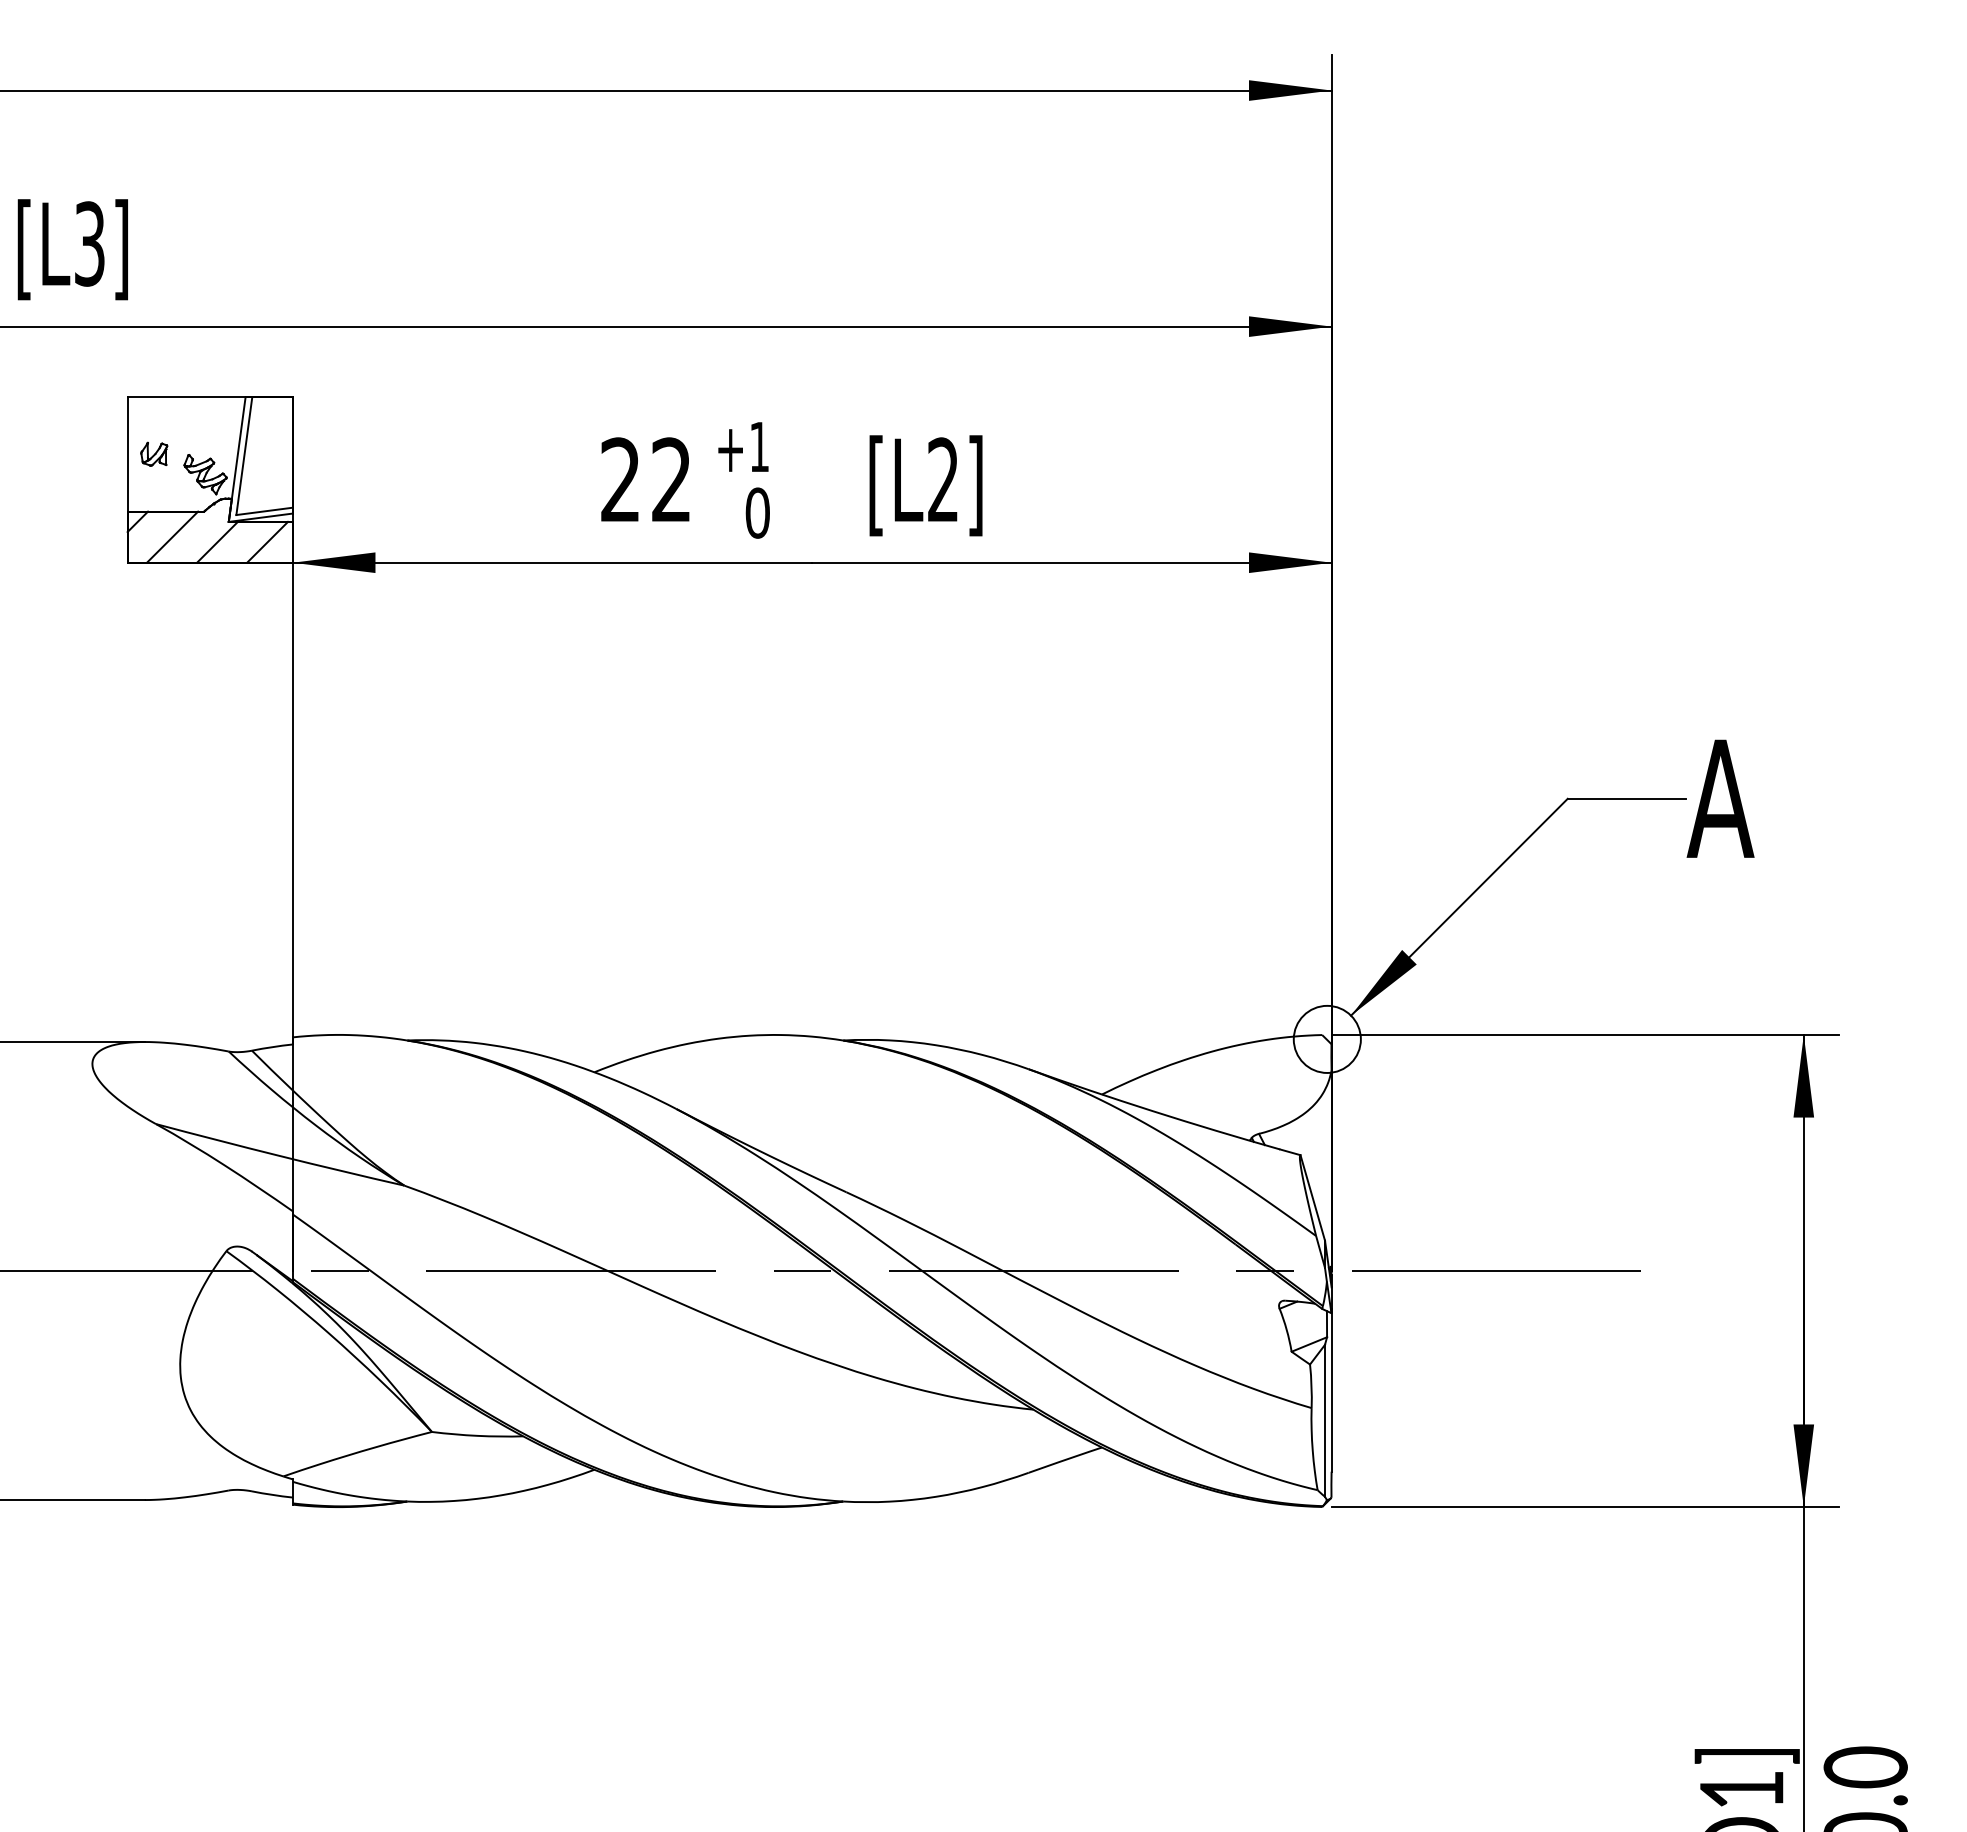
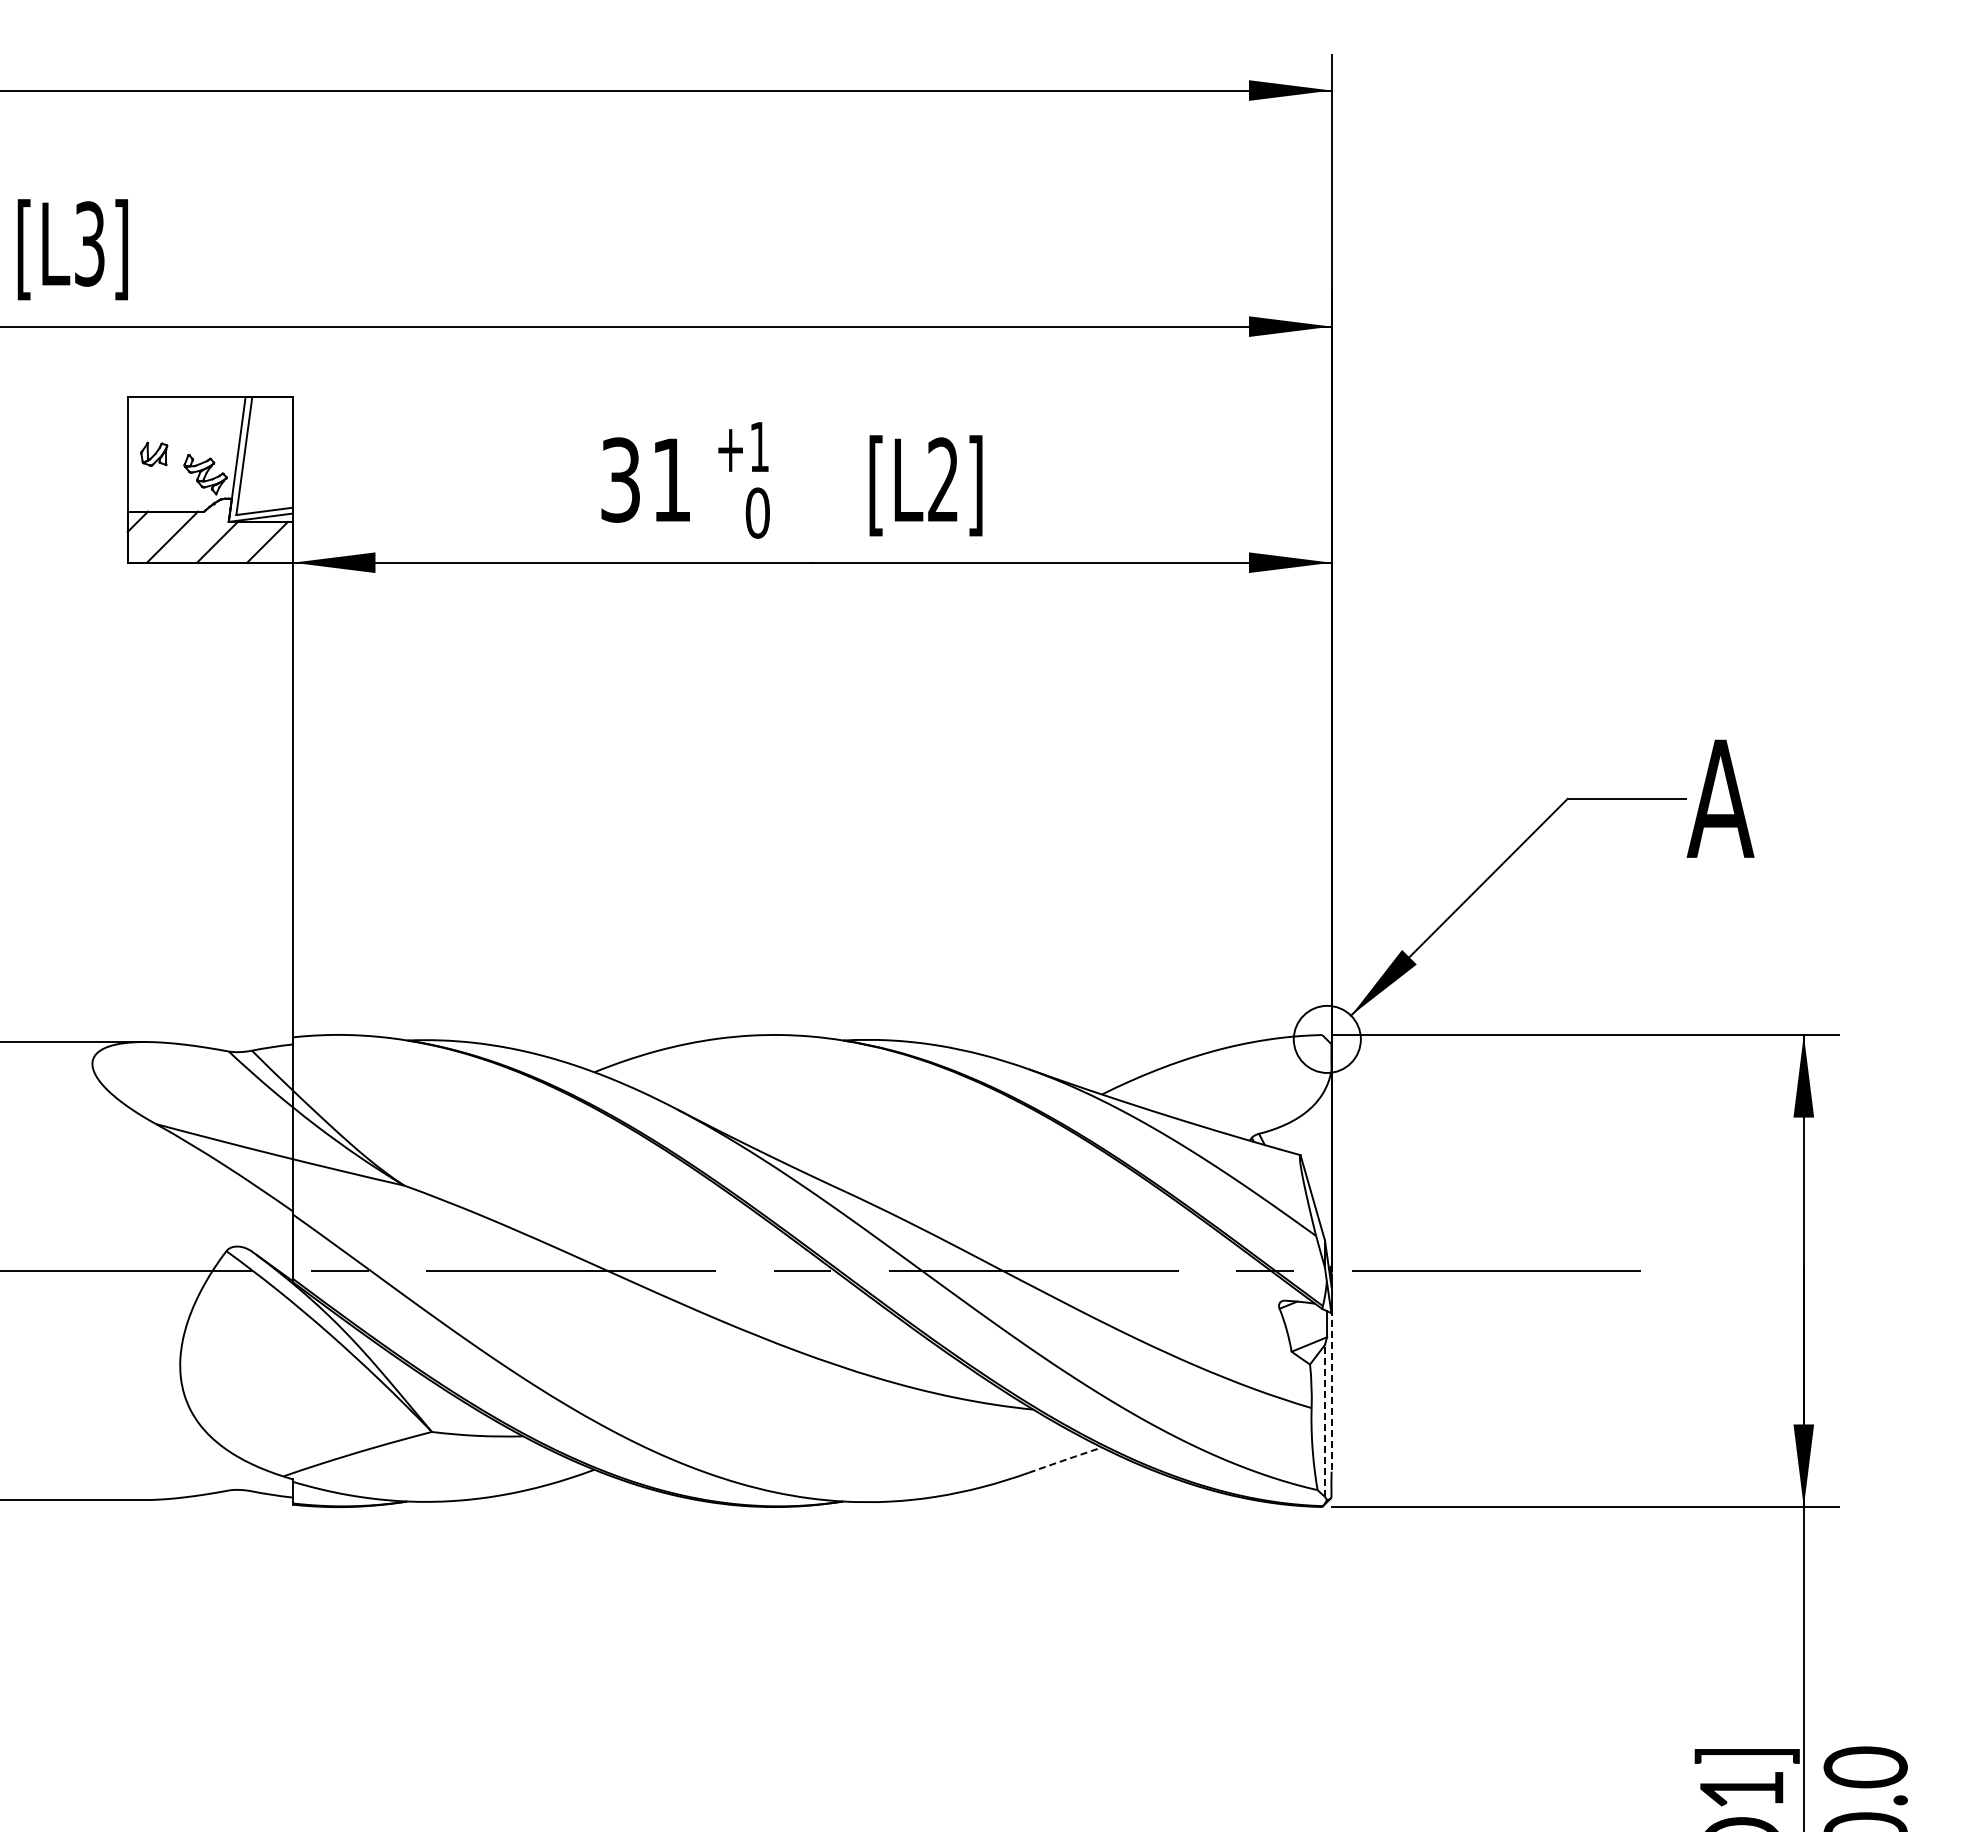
text at (645, 479): 22 -> 31
line at (1331, 1390): solid -> dashed
line at (1325, 1420): solid -> dashed
line at (1065, 1459): solid -> dashed
